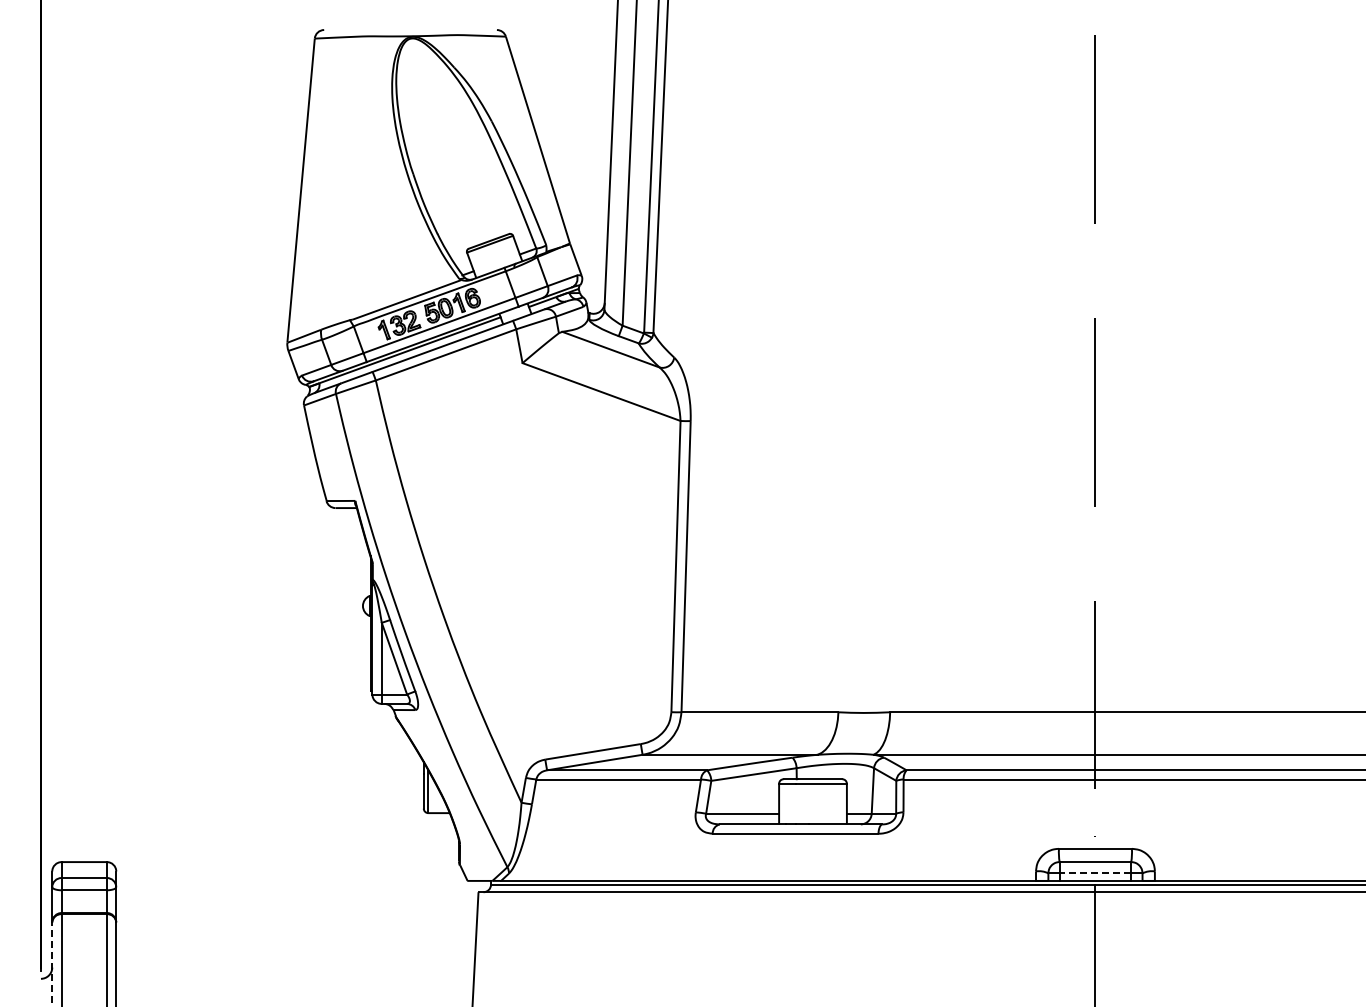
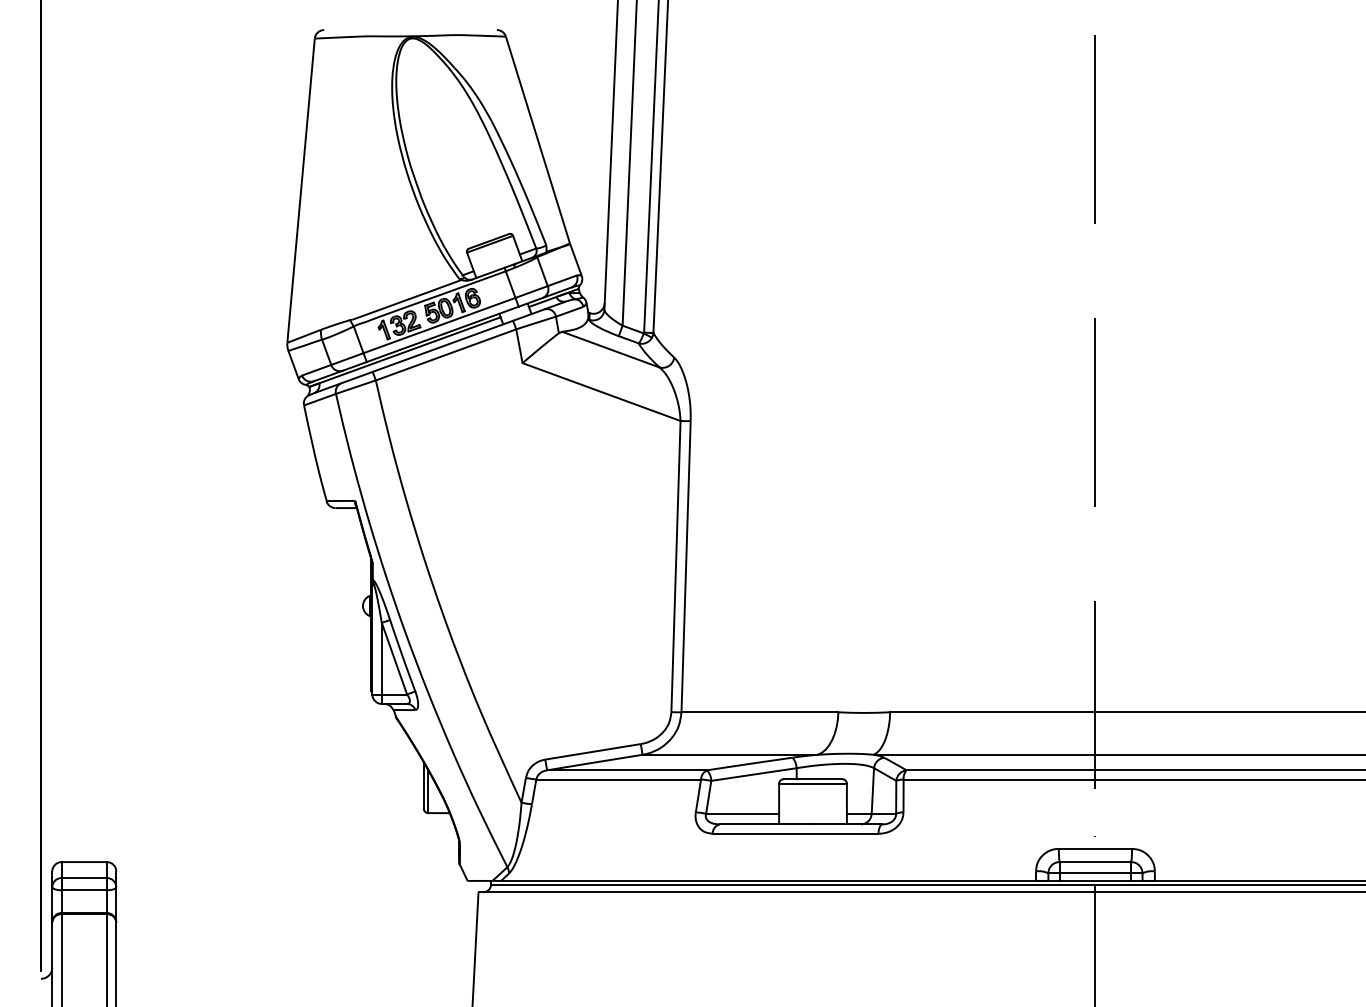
line at (1095, 873): dashed -> solid
line at (52, 964): dashed -> solid
